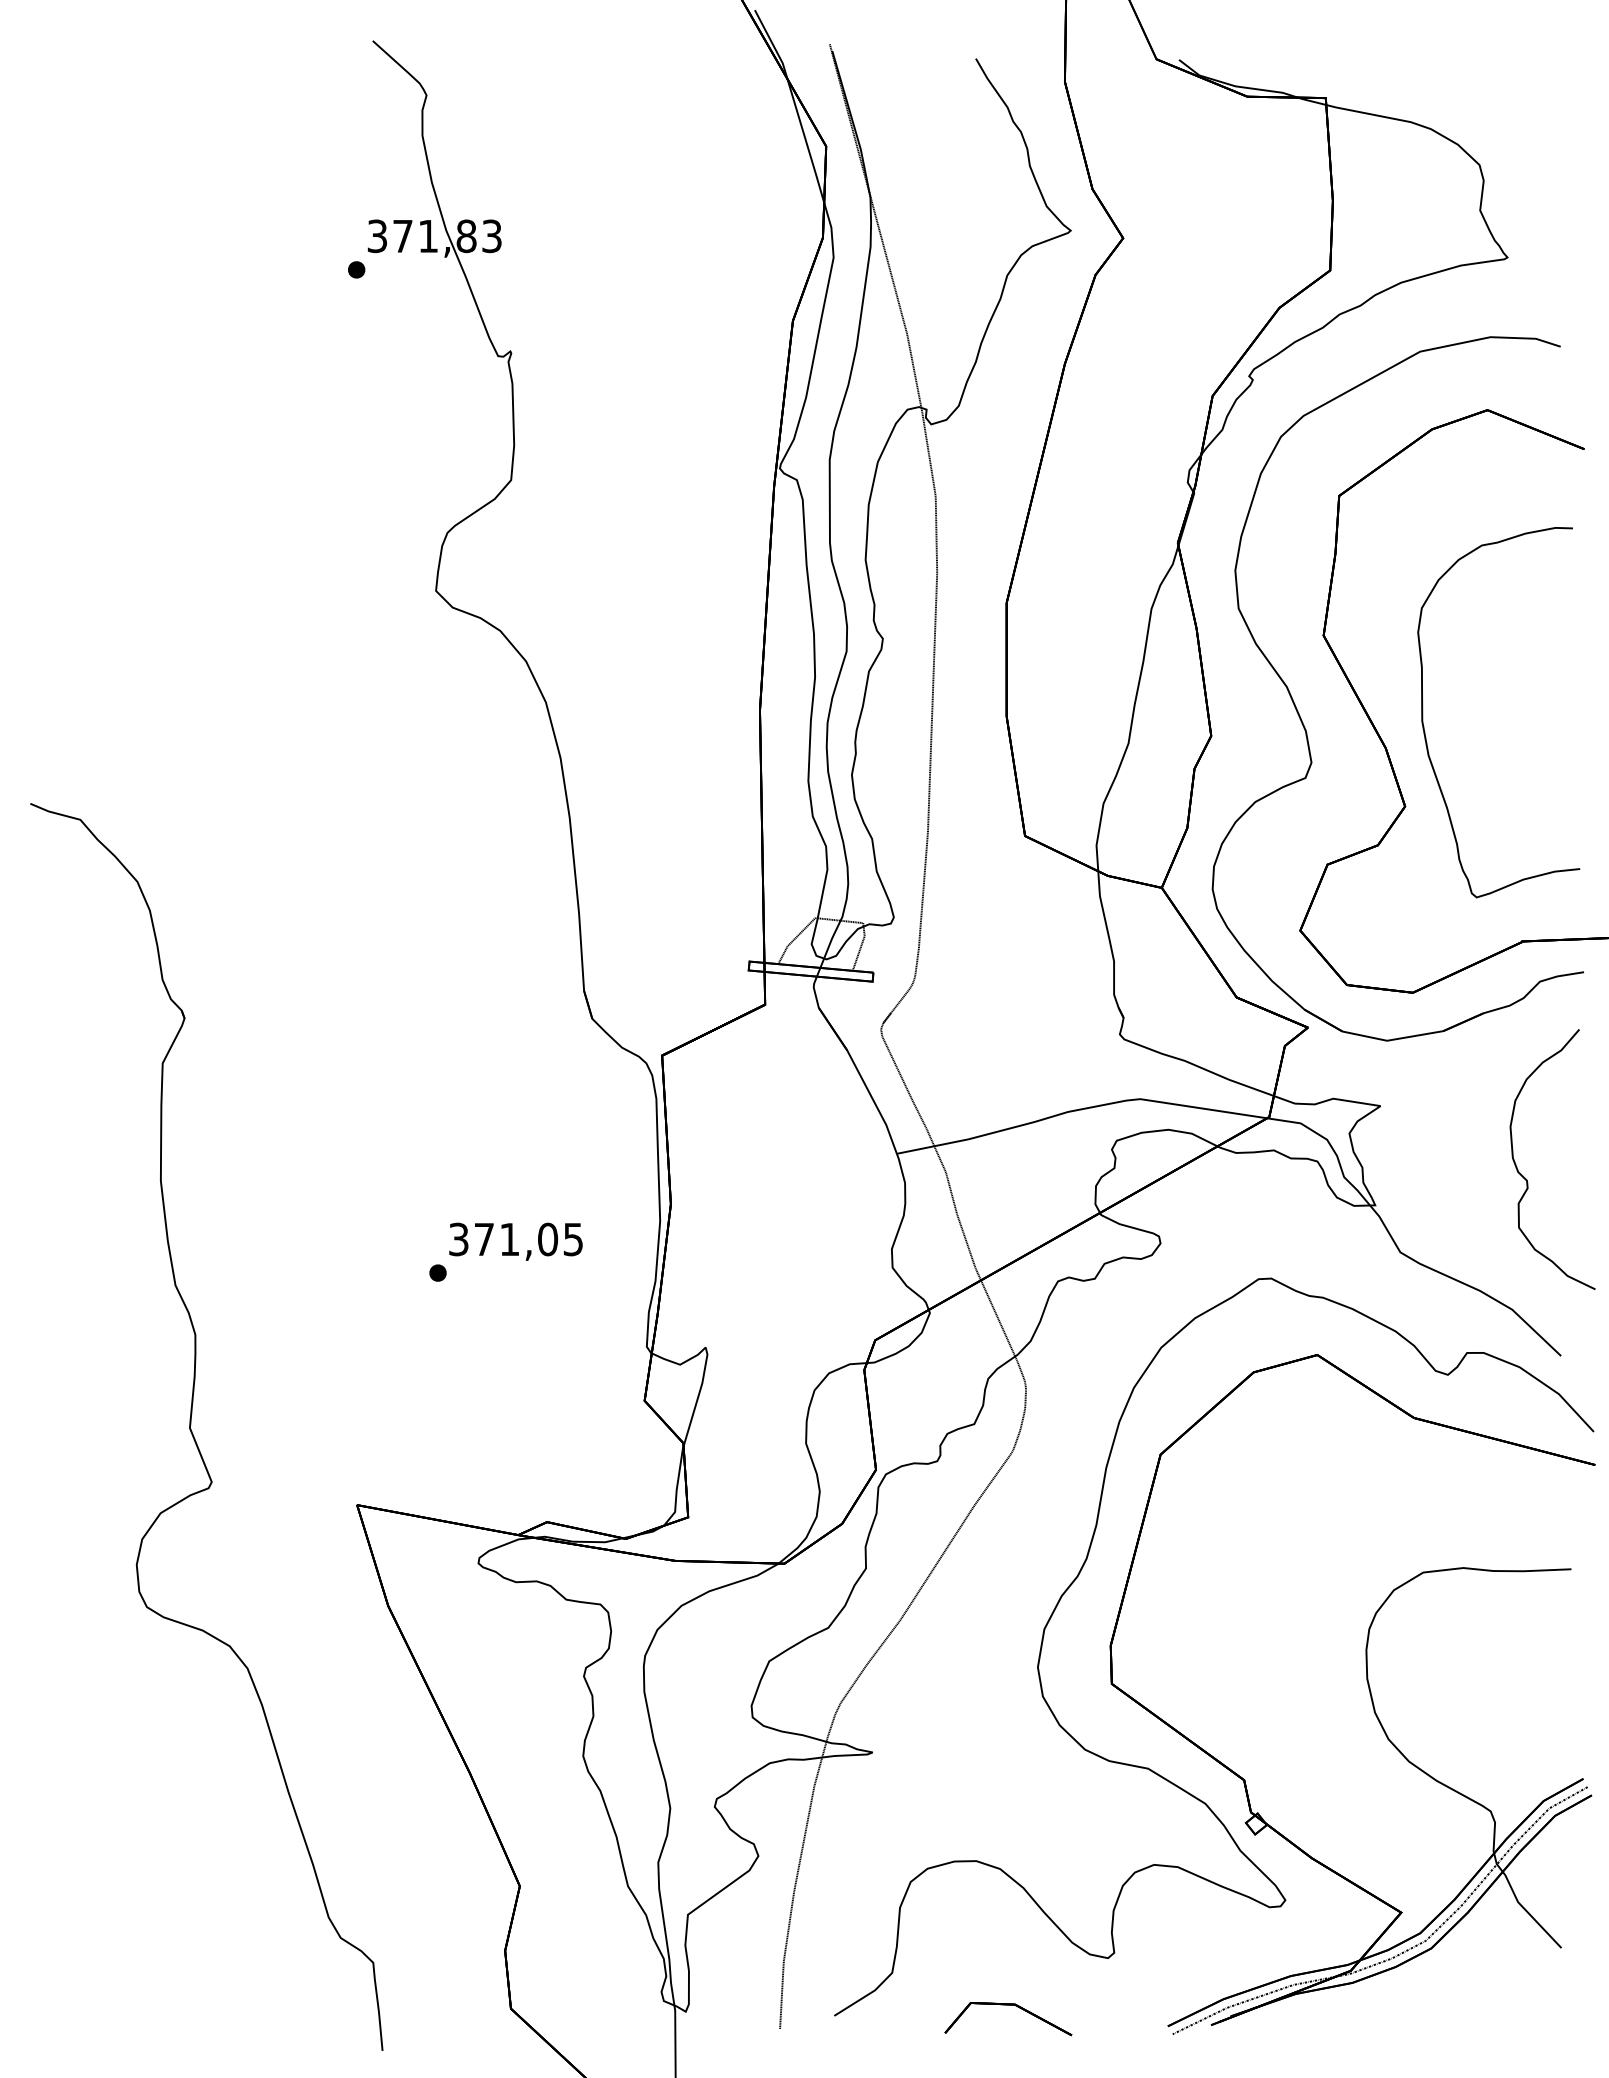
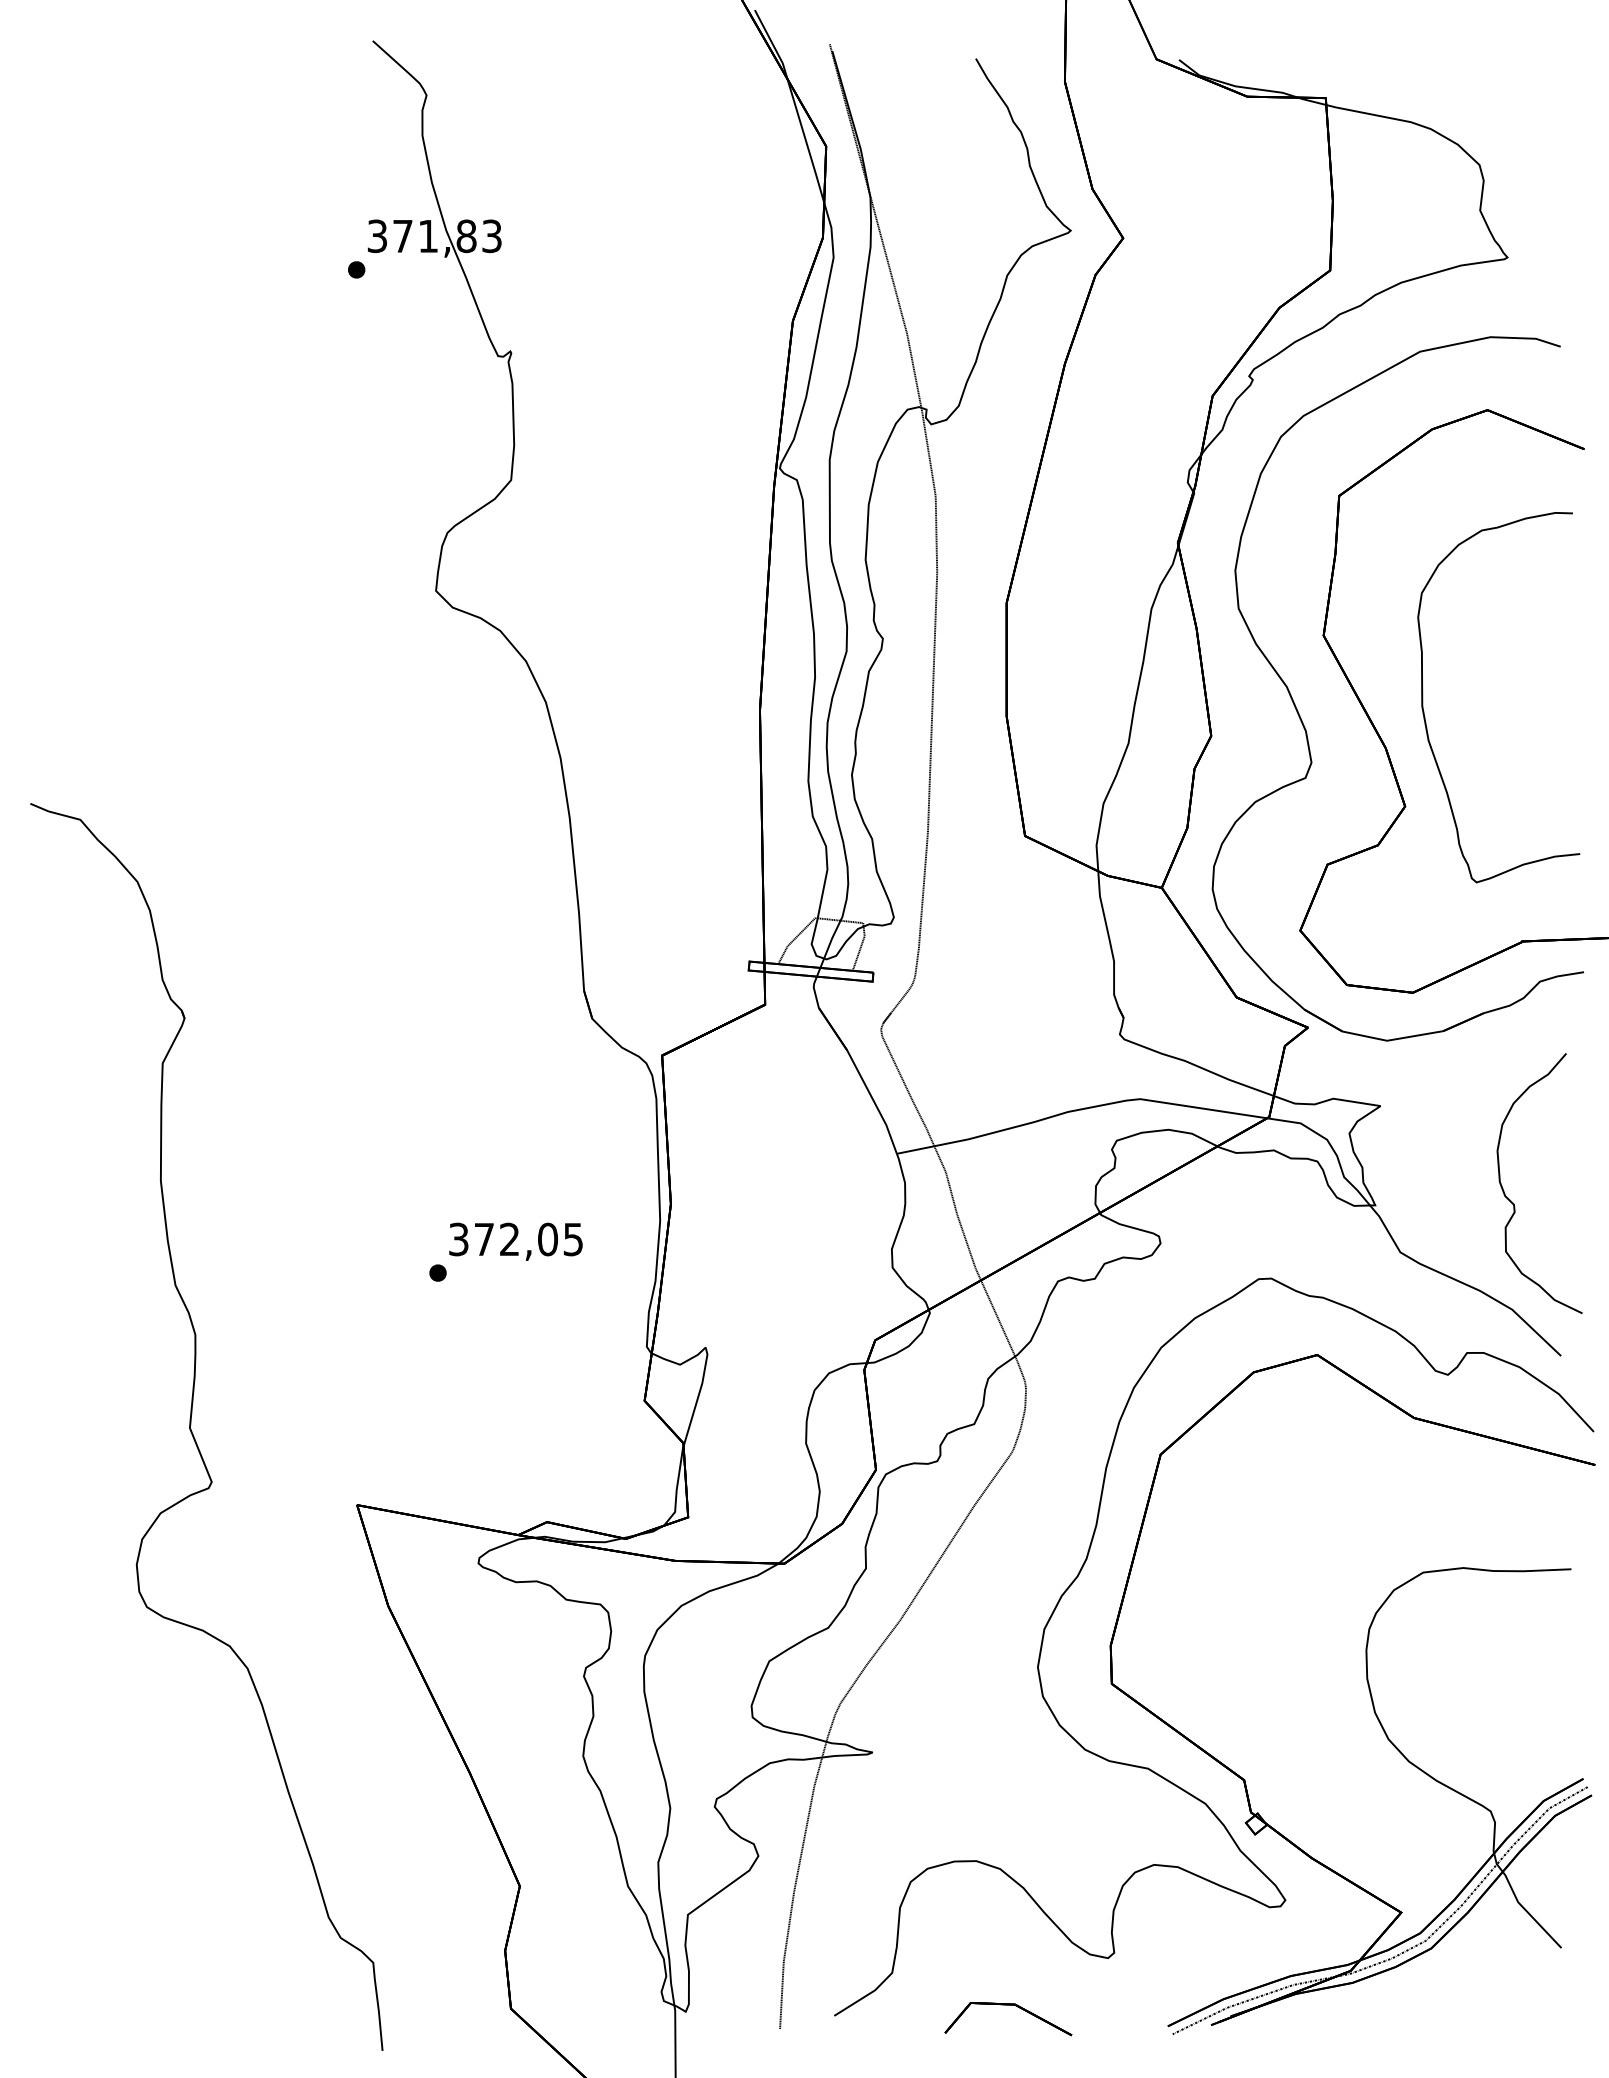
part at (1423, 712) position: (1423, 712) -> (1423, 697)
curve at (1527, 1179) position: (1527, 1179) -> (1514, 1203)
text at (509, 1238): 371,05 -> 372,05
